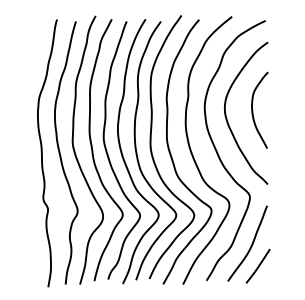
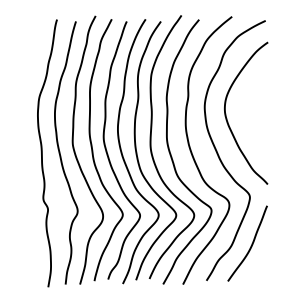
curve at (253, 110): present -> none
line at (258, 265): present -> none
